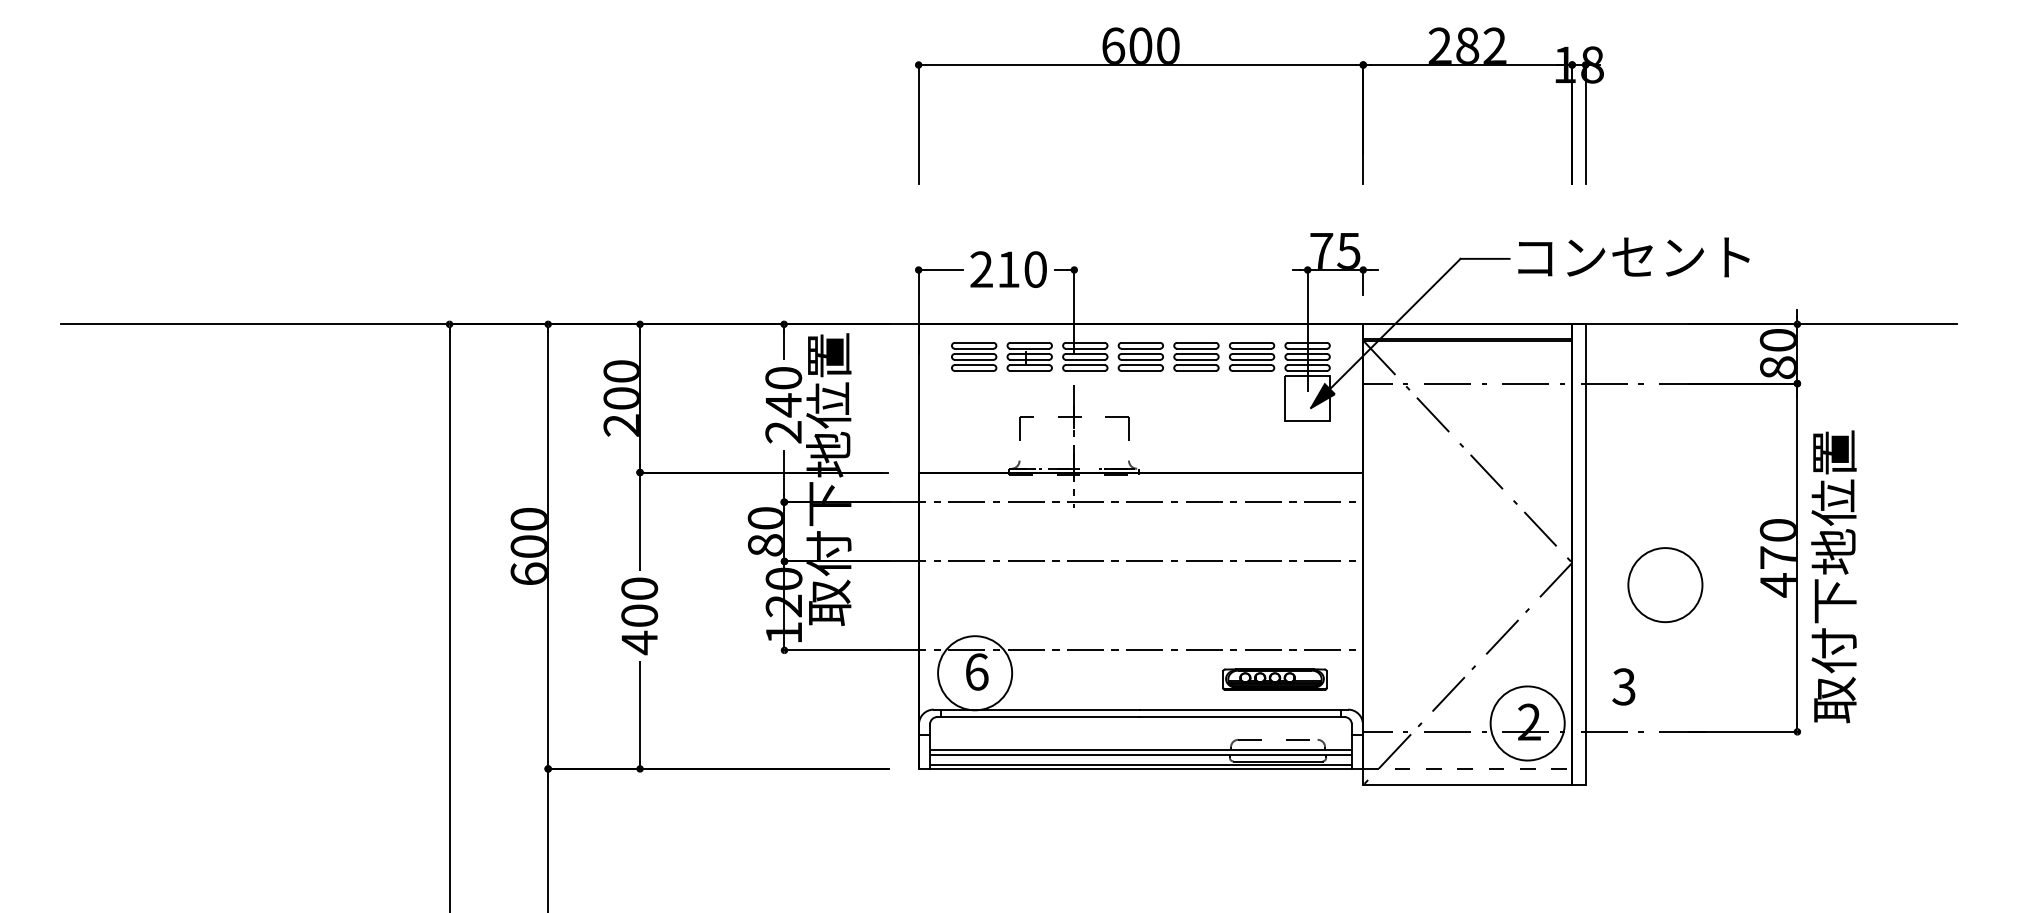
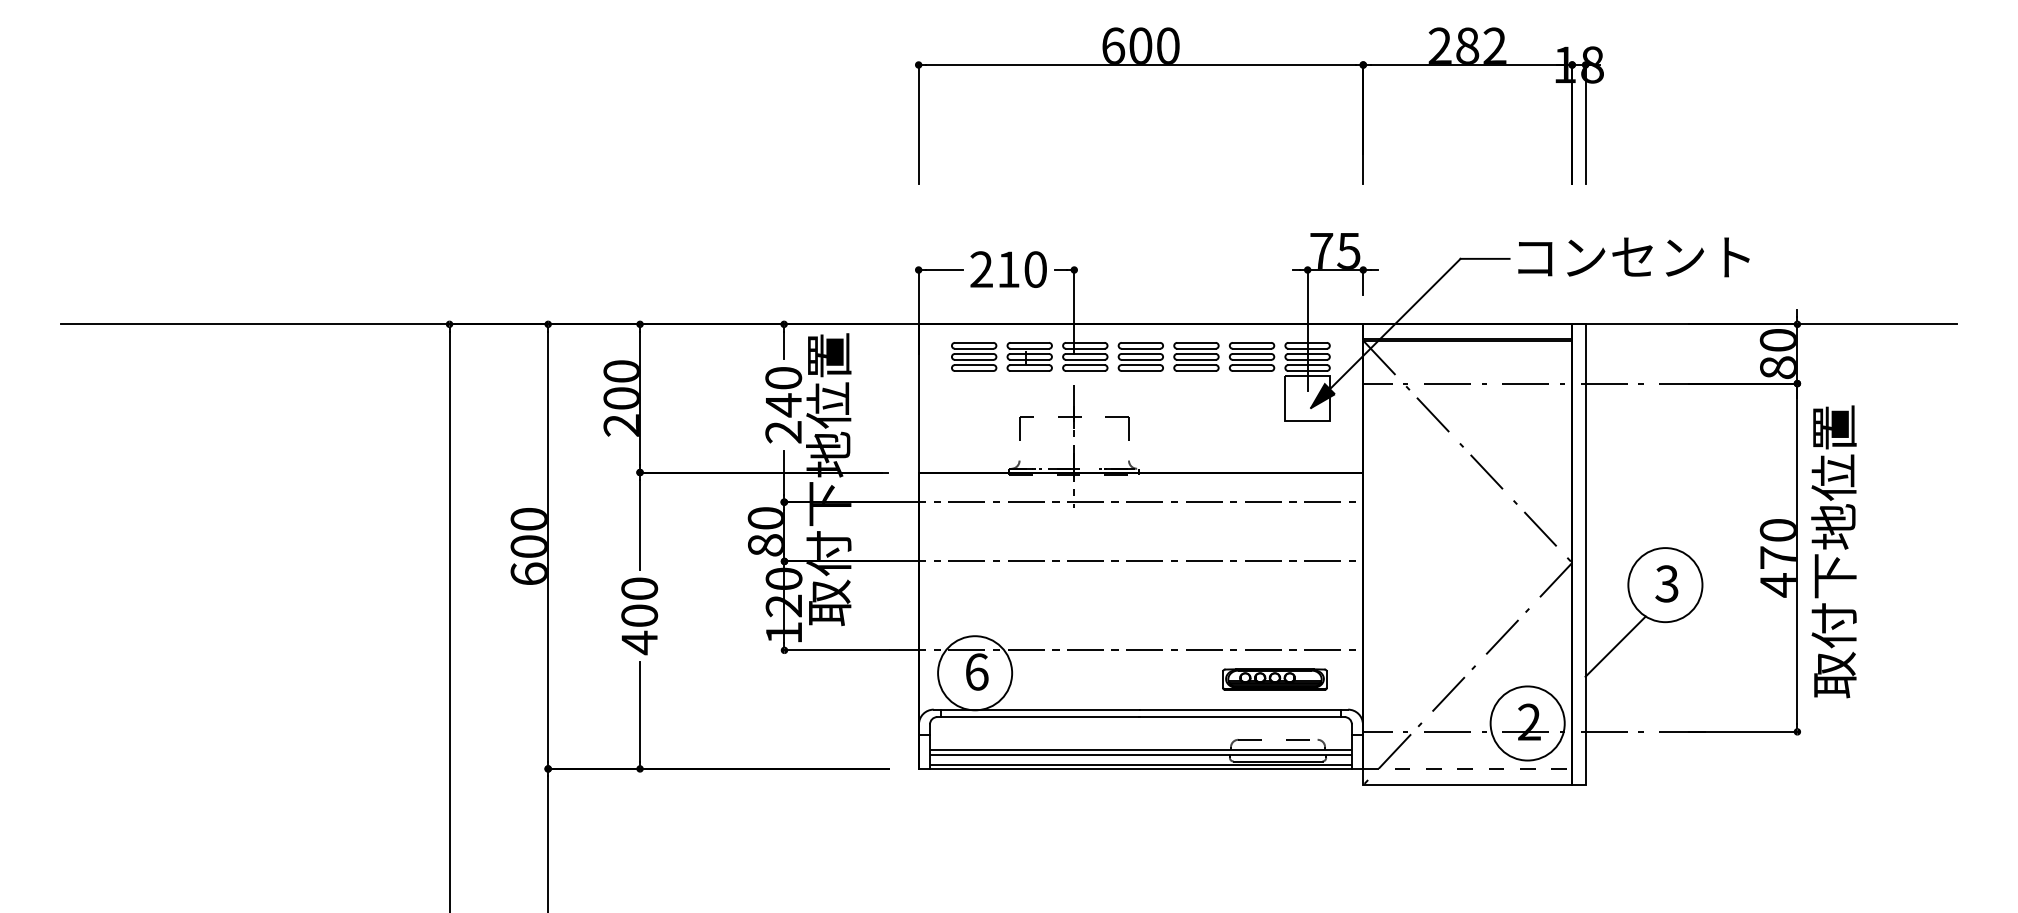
text at (1833, 576) position: (1833, 576) -> (1833, 551)
line at (1615, 646): none -> present
text at (1623, 686) position: (1623, 686) -> (1666, 583)
